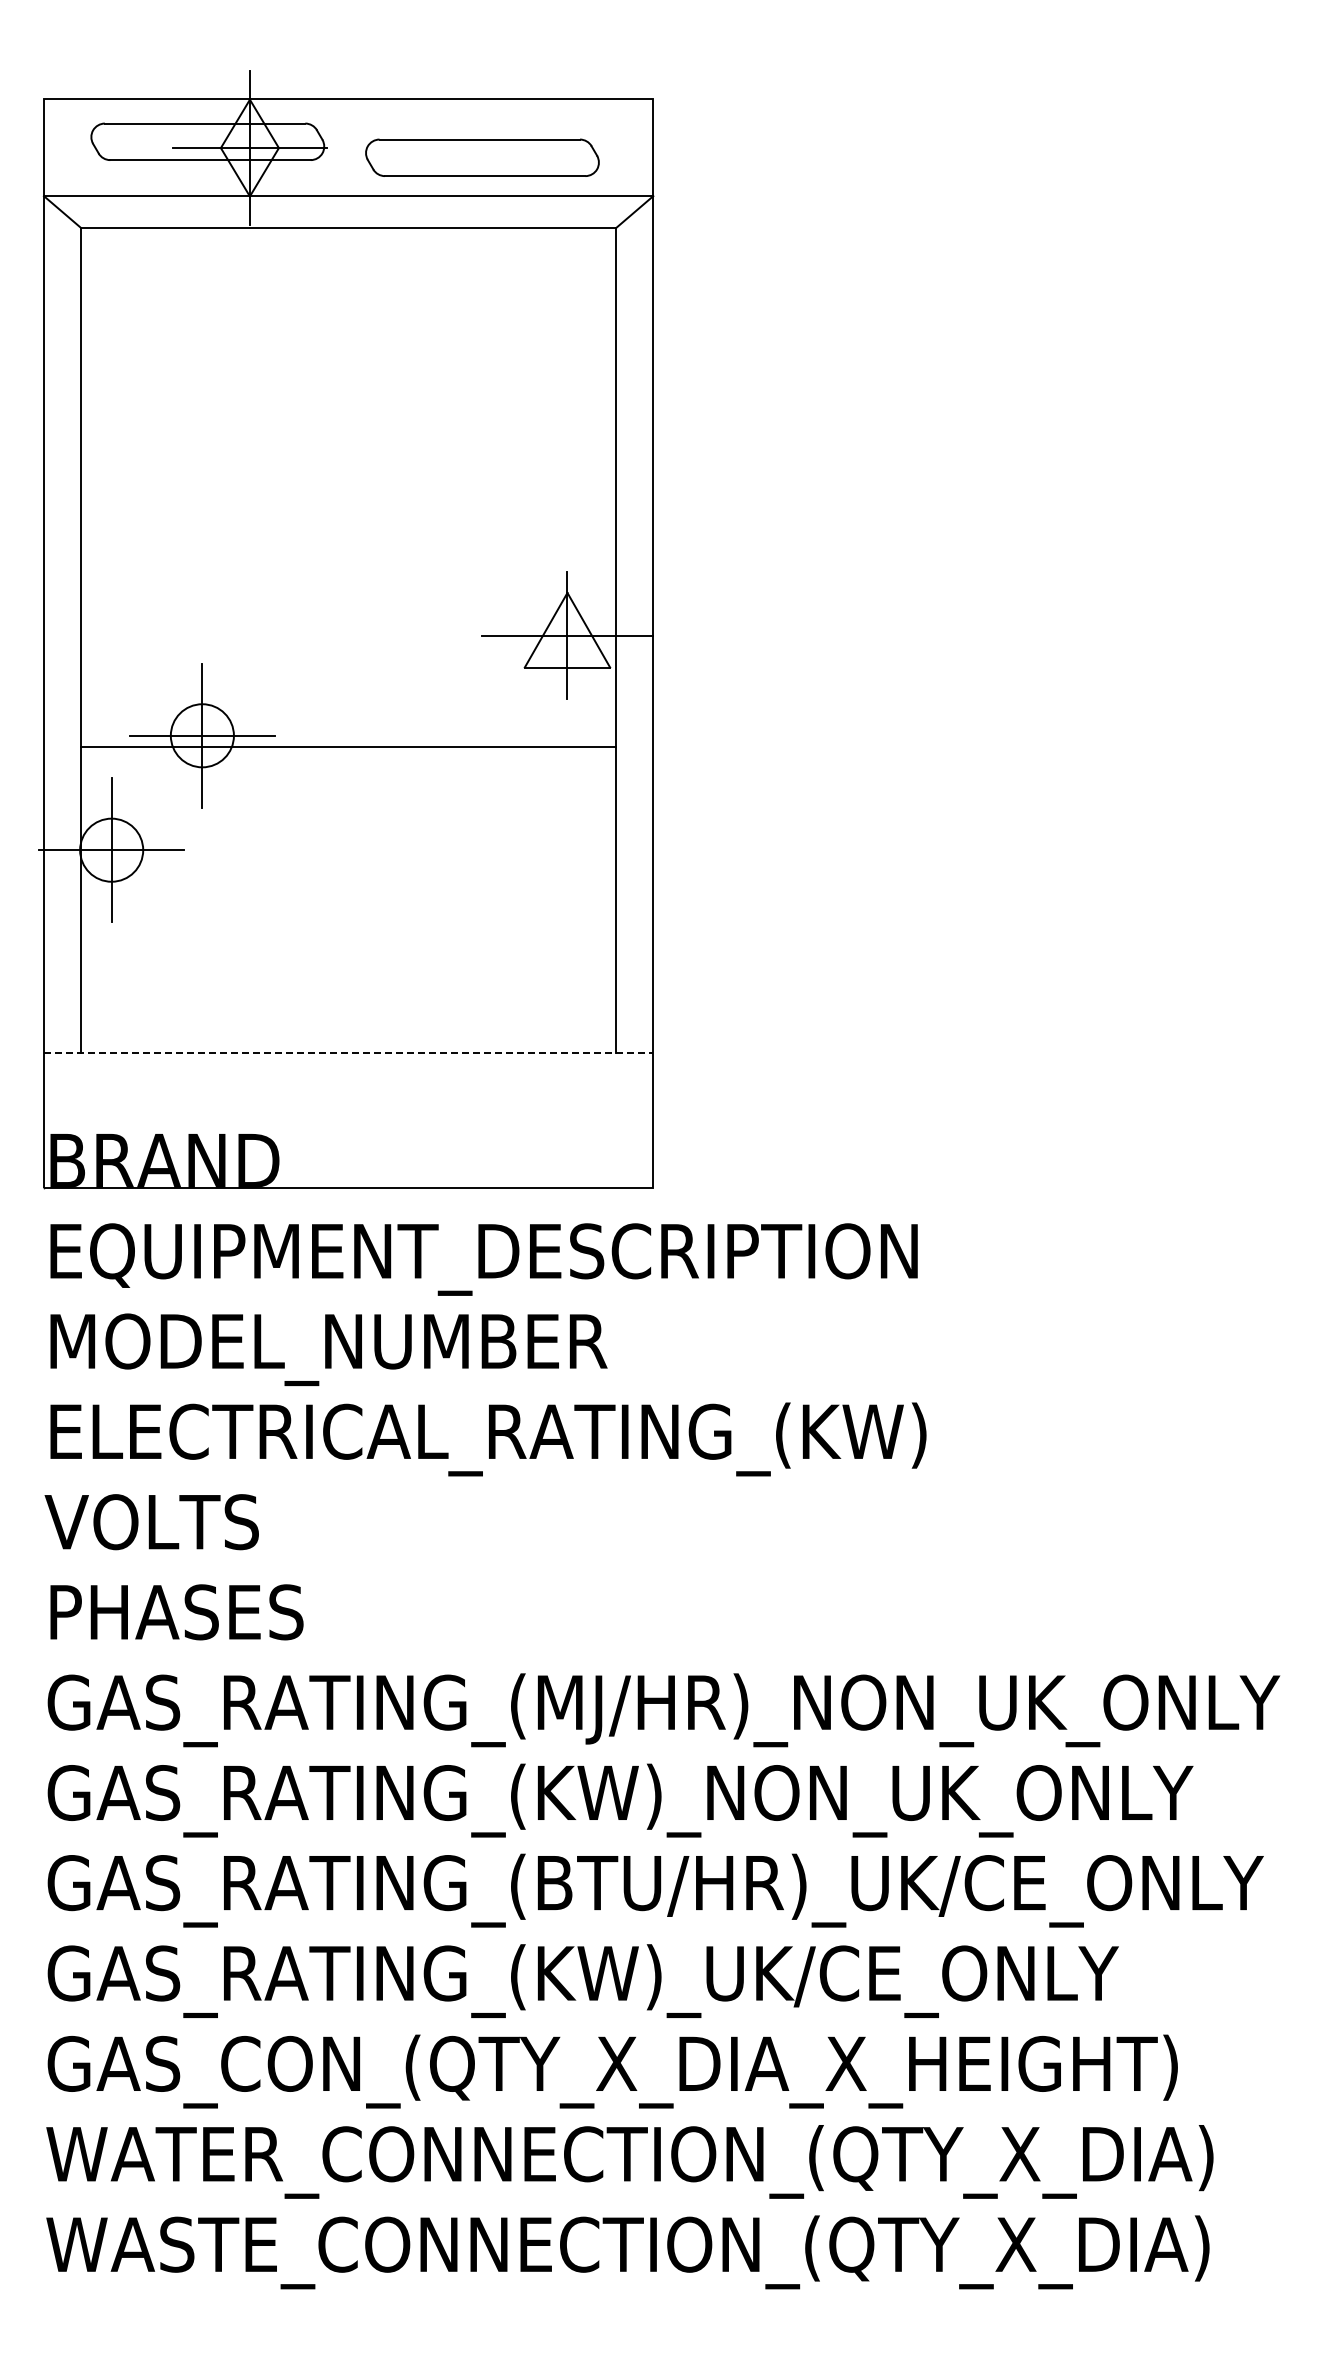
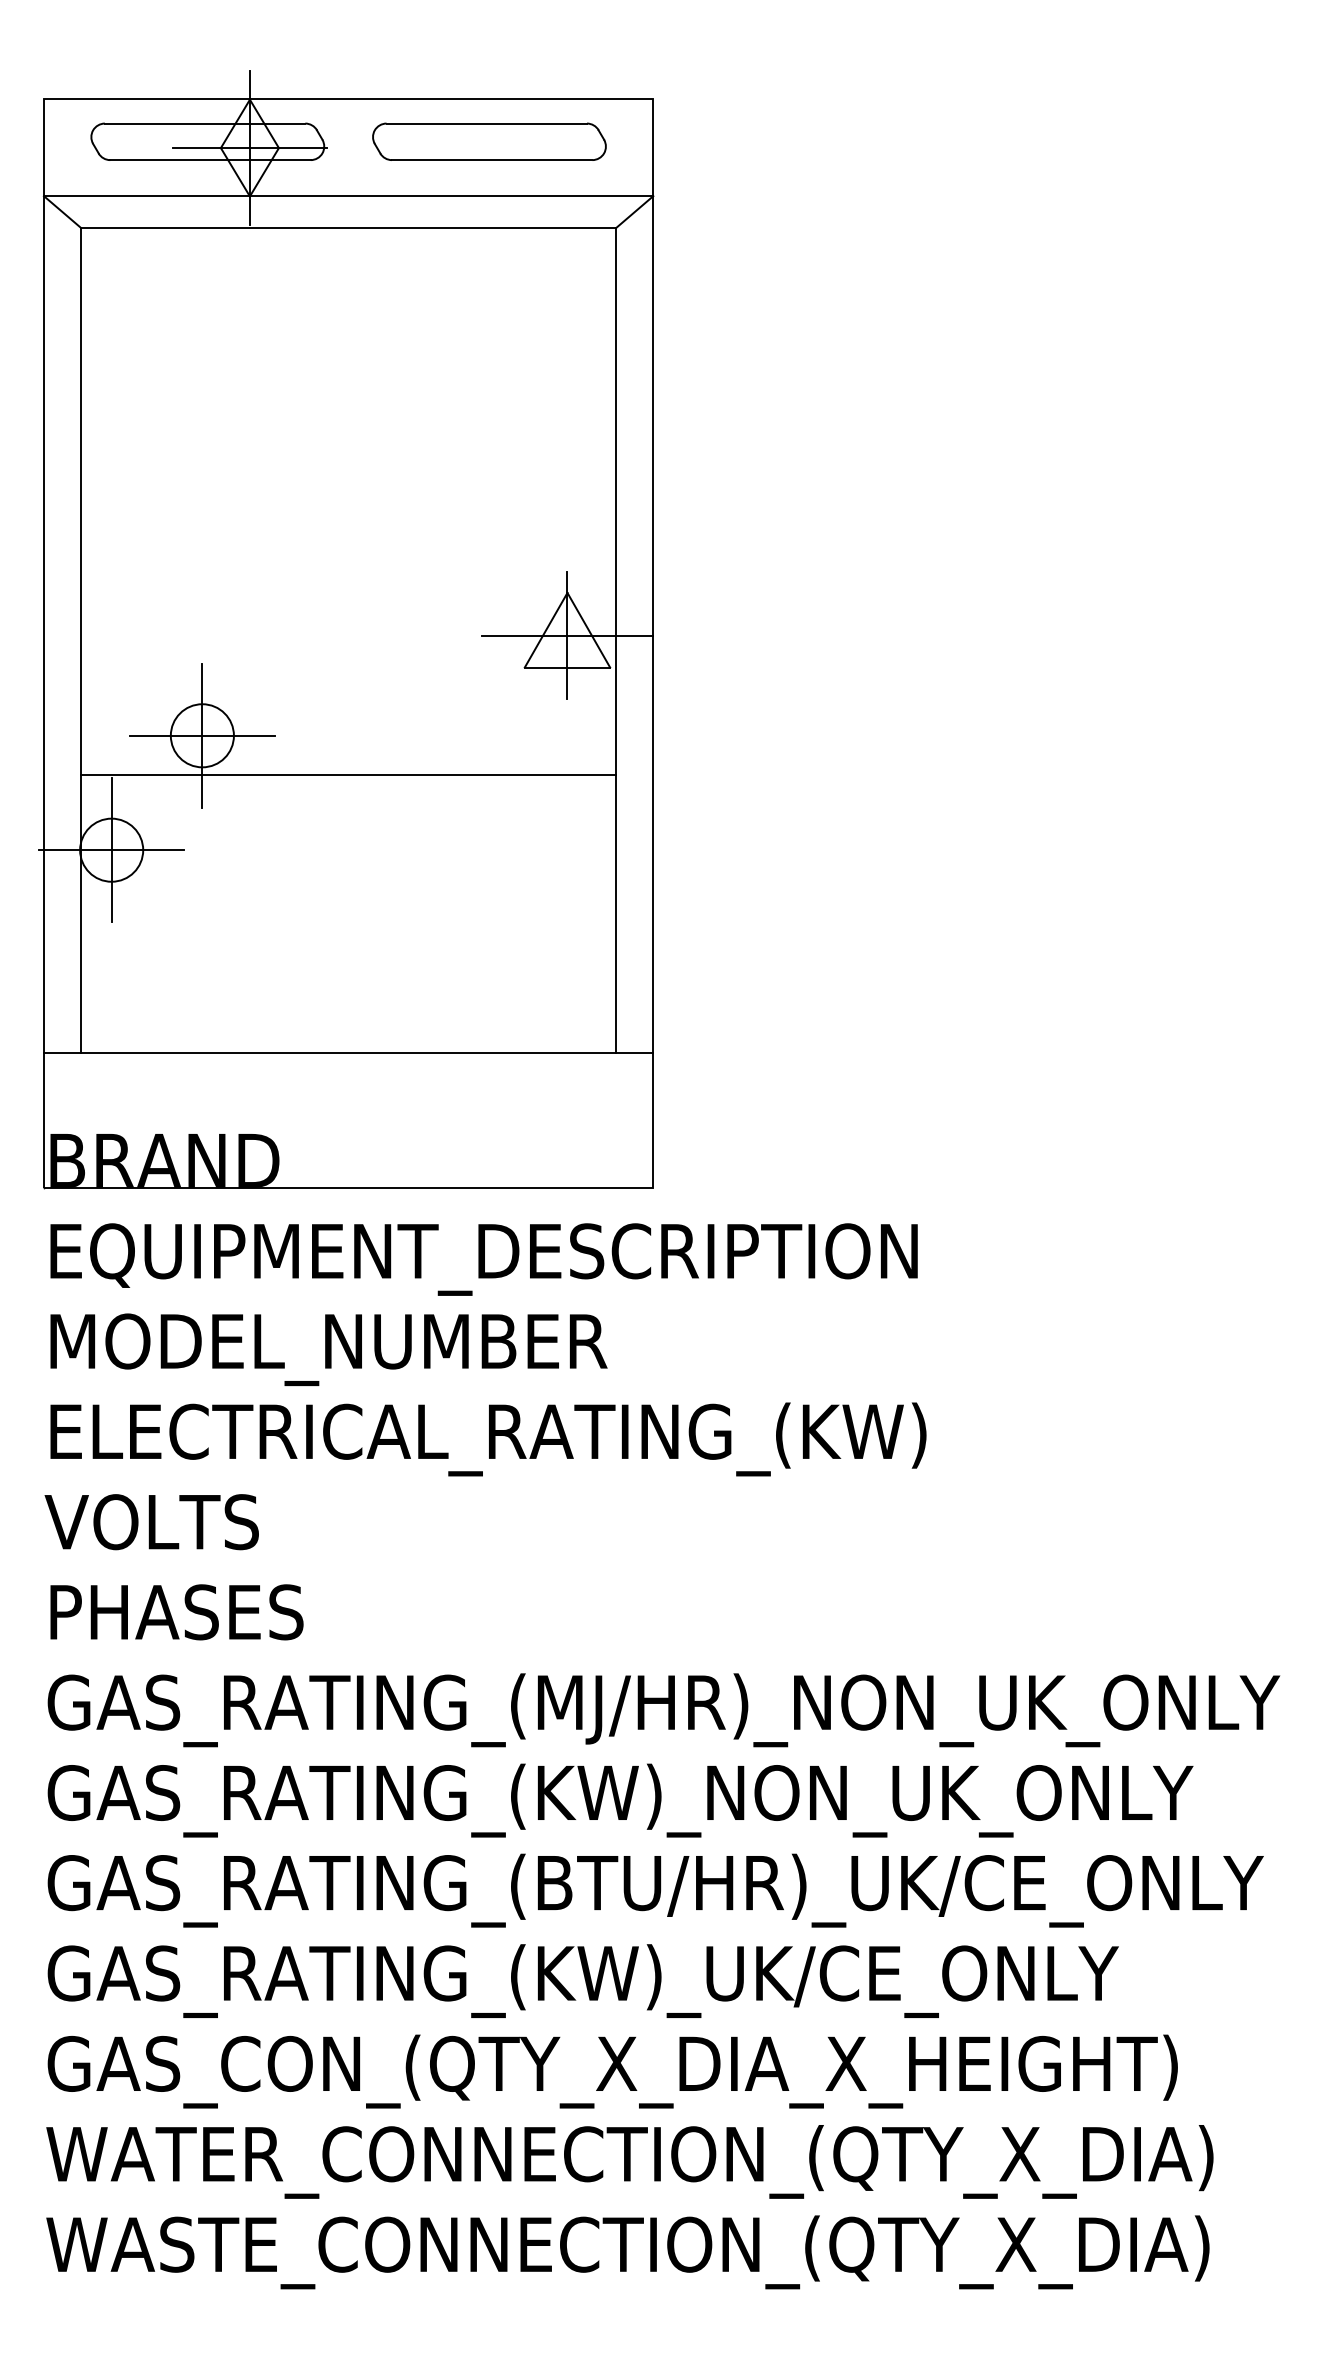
part at (482, 157) position: (482, 157) -> (489, 141)
line at (348, 747) position: (348, 747) -> (348, 775)
line at (348, 1052): dashed -> solid
